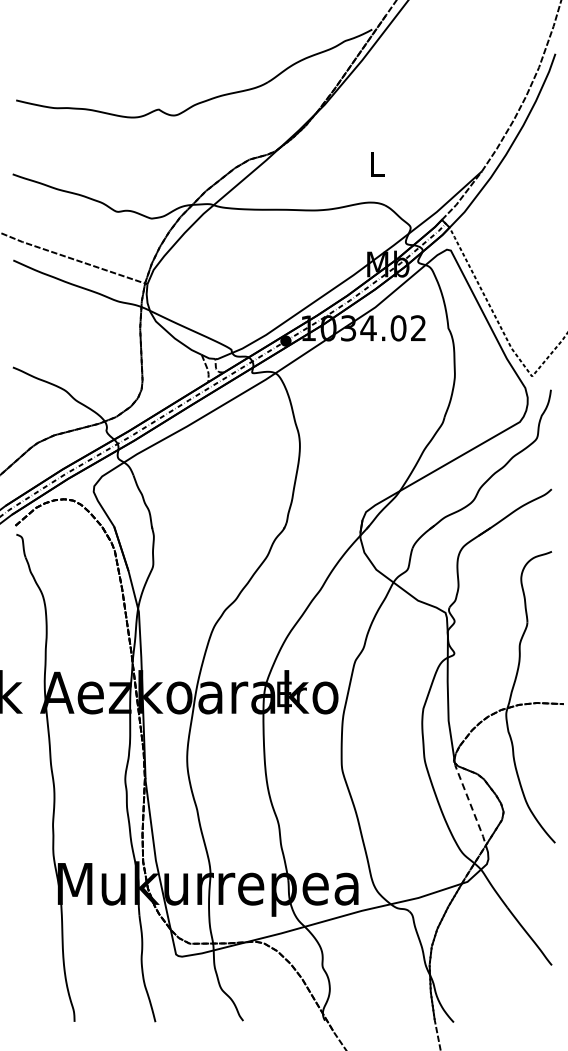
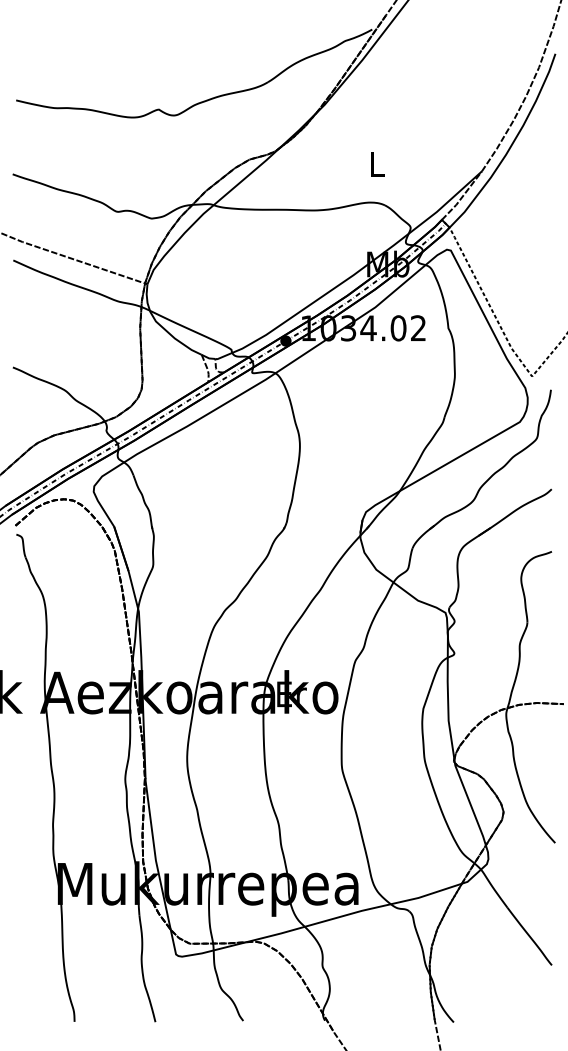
line at (470, 804): dashed -> solid
